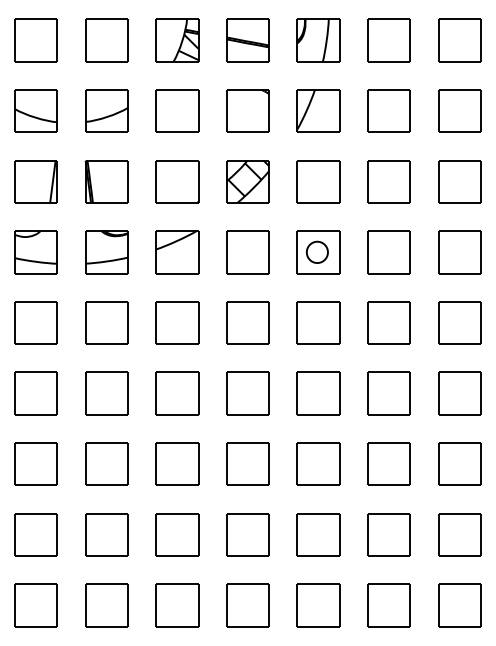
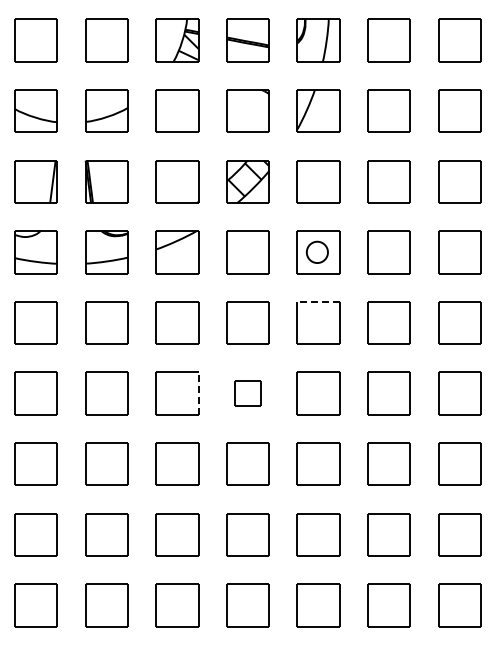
line at (318, 301): solid -> dashed
line at (198, 393): solid -> dashed
part at (247, 393) size: 44x45 px -> 28x27 px
